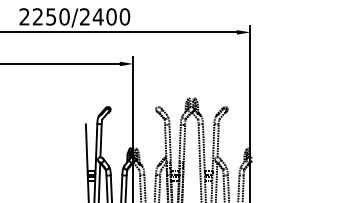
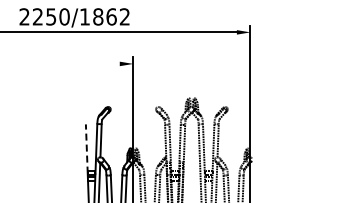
text at (104, 16): 2250/2400 -> 2250/1862
line at (60, 63): present -> none
line at (86, 148): solid -> dashed
